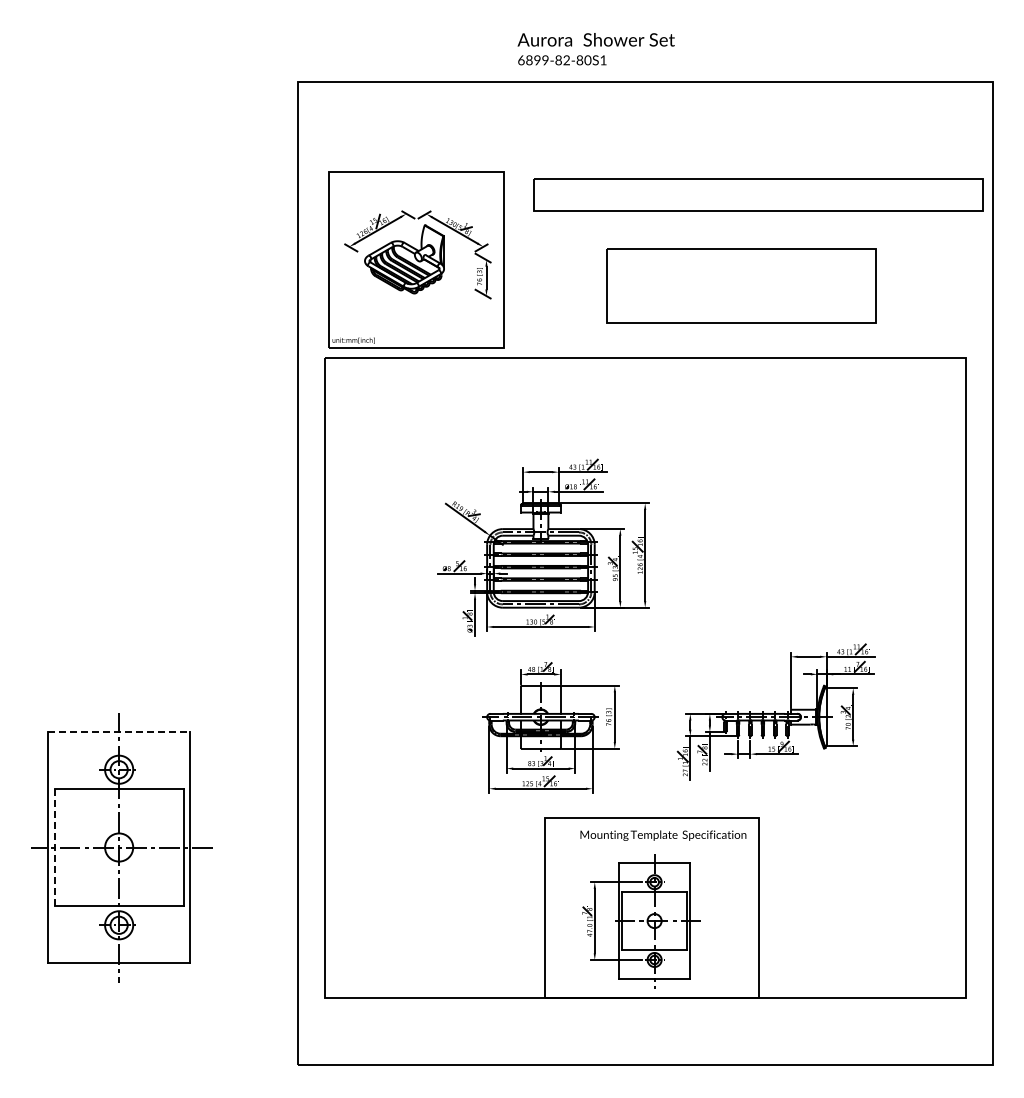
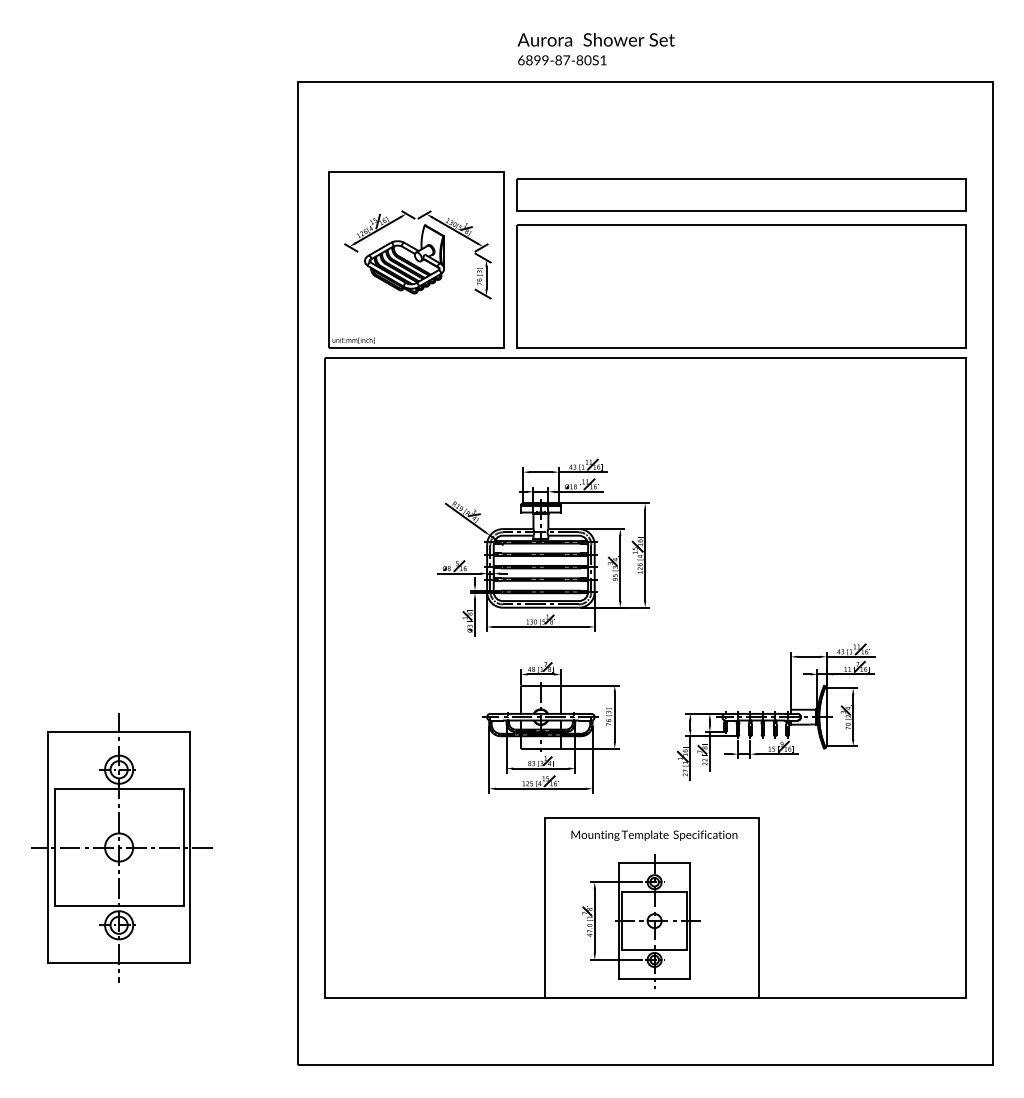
text at (566, 60): 6899-82-80S1 -> 6899-87-80S1
part at (758, 194) position: (758, 194) -> (741, 194)
part at (741, 285) size: 271x76 px -> 451x125 px
line at (119, 731): dashed -> solid
text at (663, 835) position: (663, 835) -> (654, 835)
line at (54, 847): dashed -> solid
